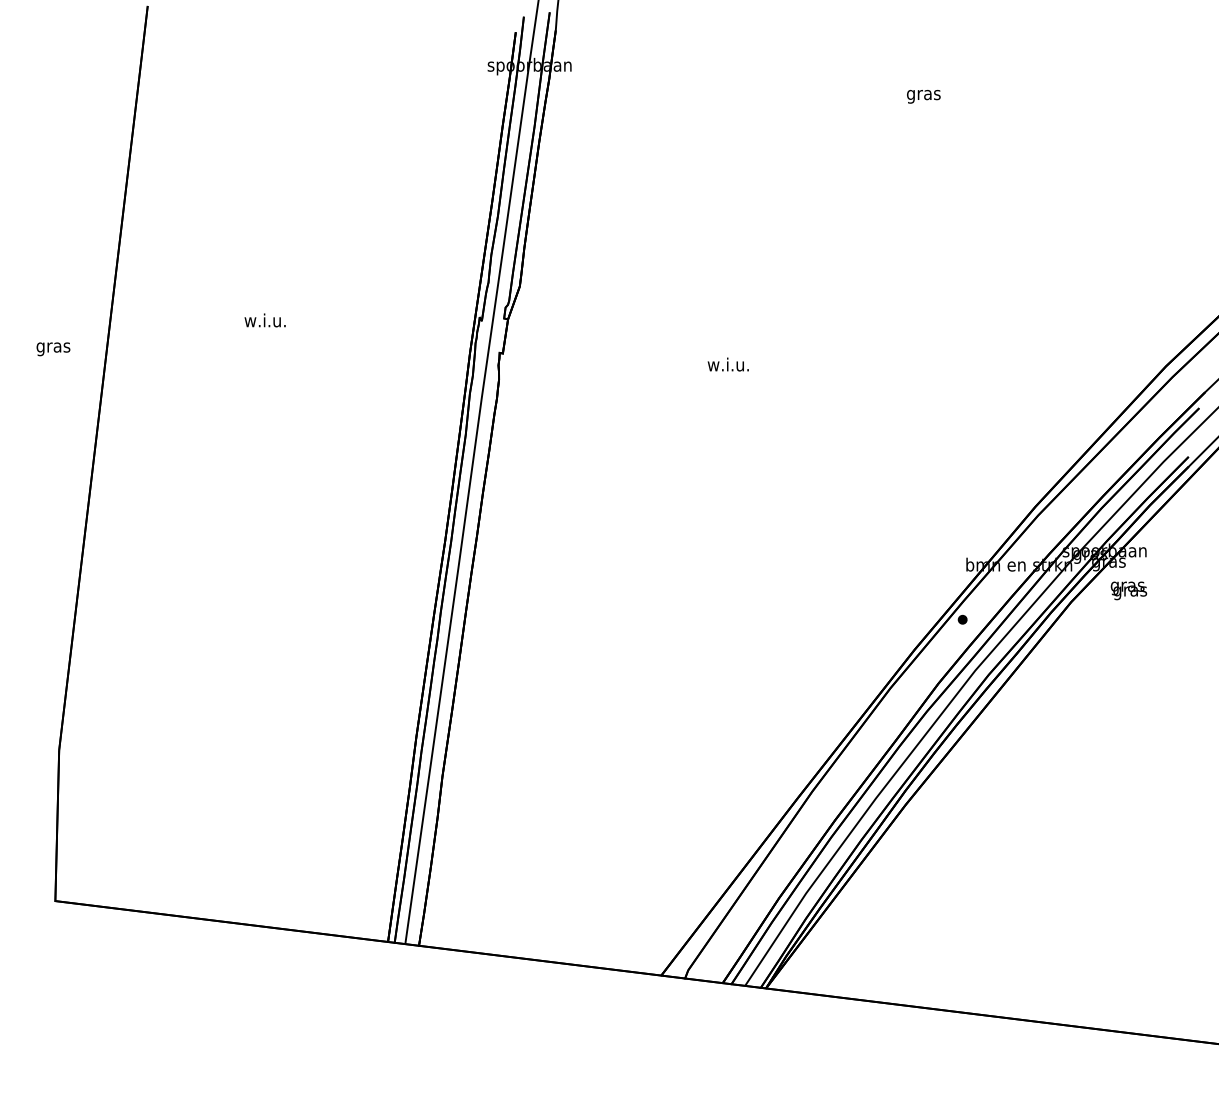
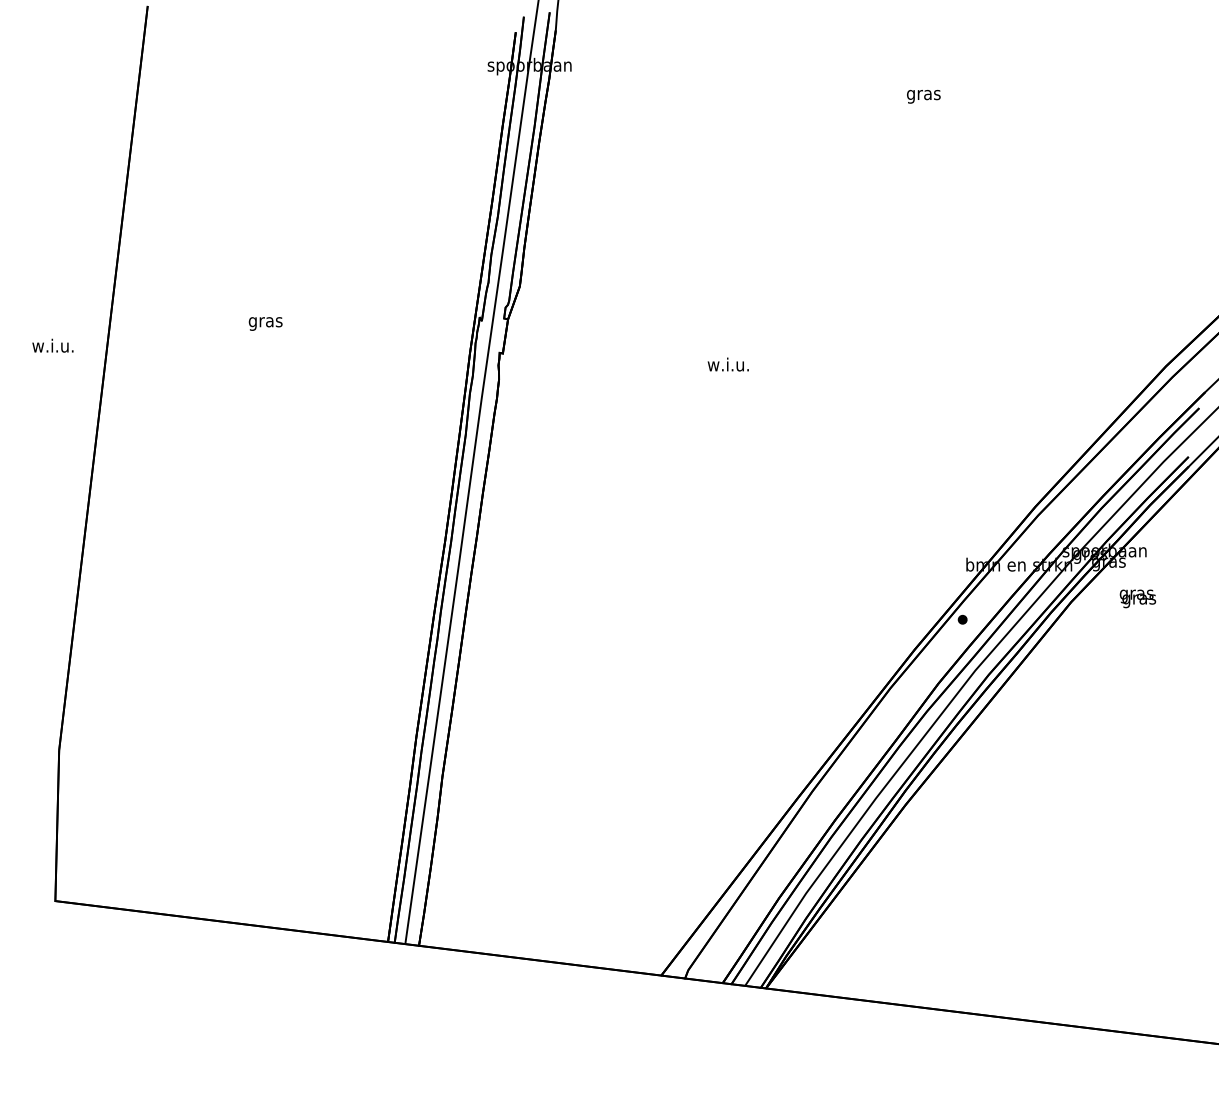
text at (264, 321): w.i.u. -> gras
text at (52, 347): gras -> w.i.u.
text at (1128, 590) position: (1128, 590) -> (1137, 598)
